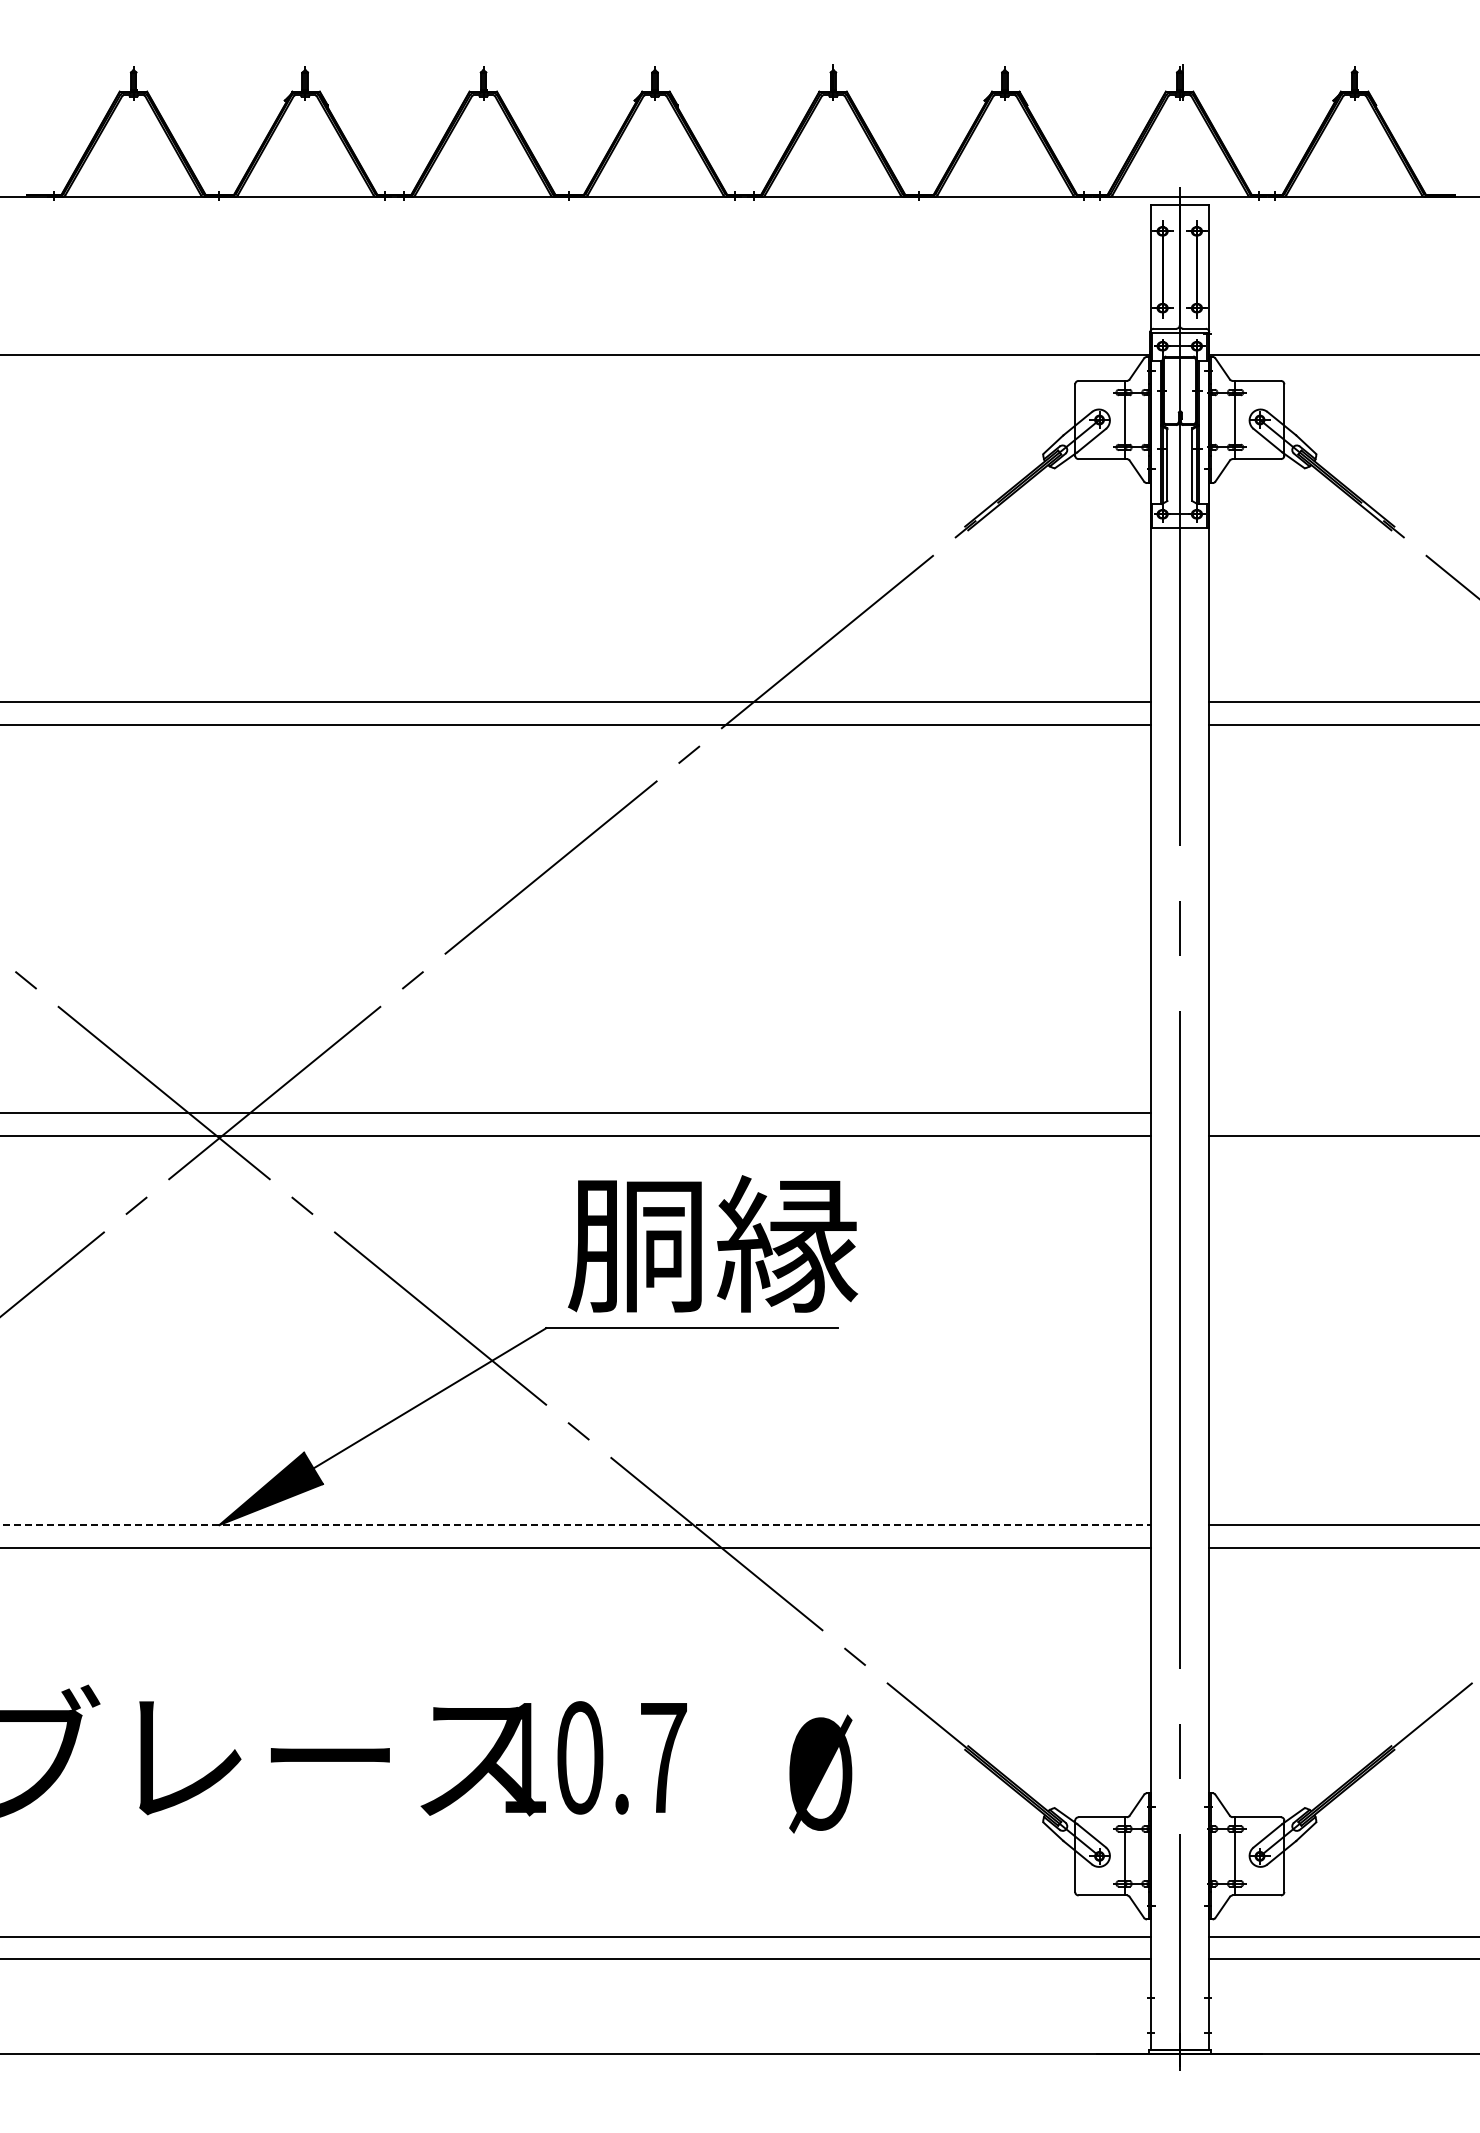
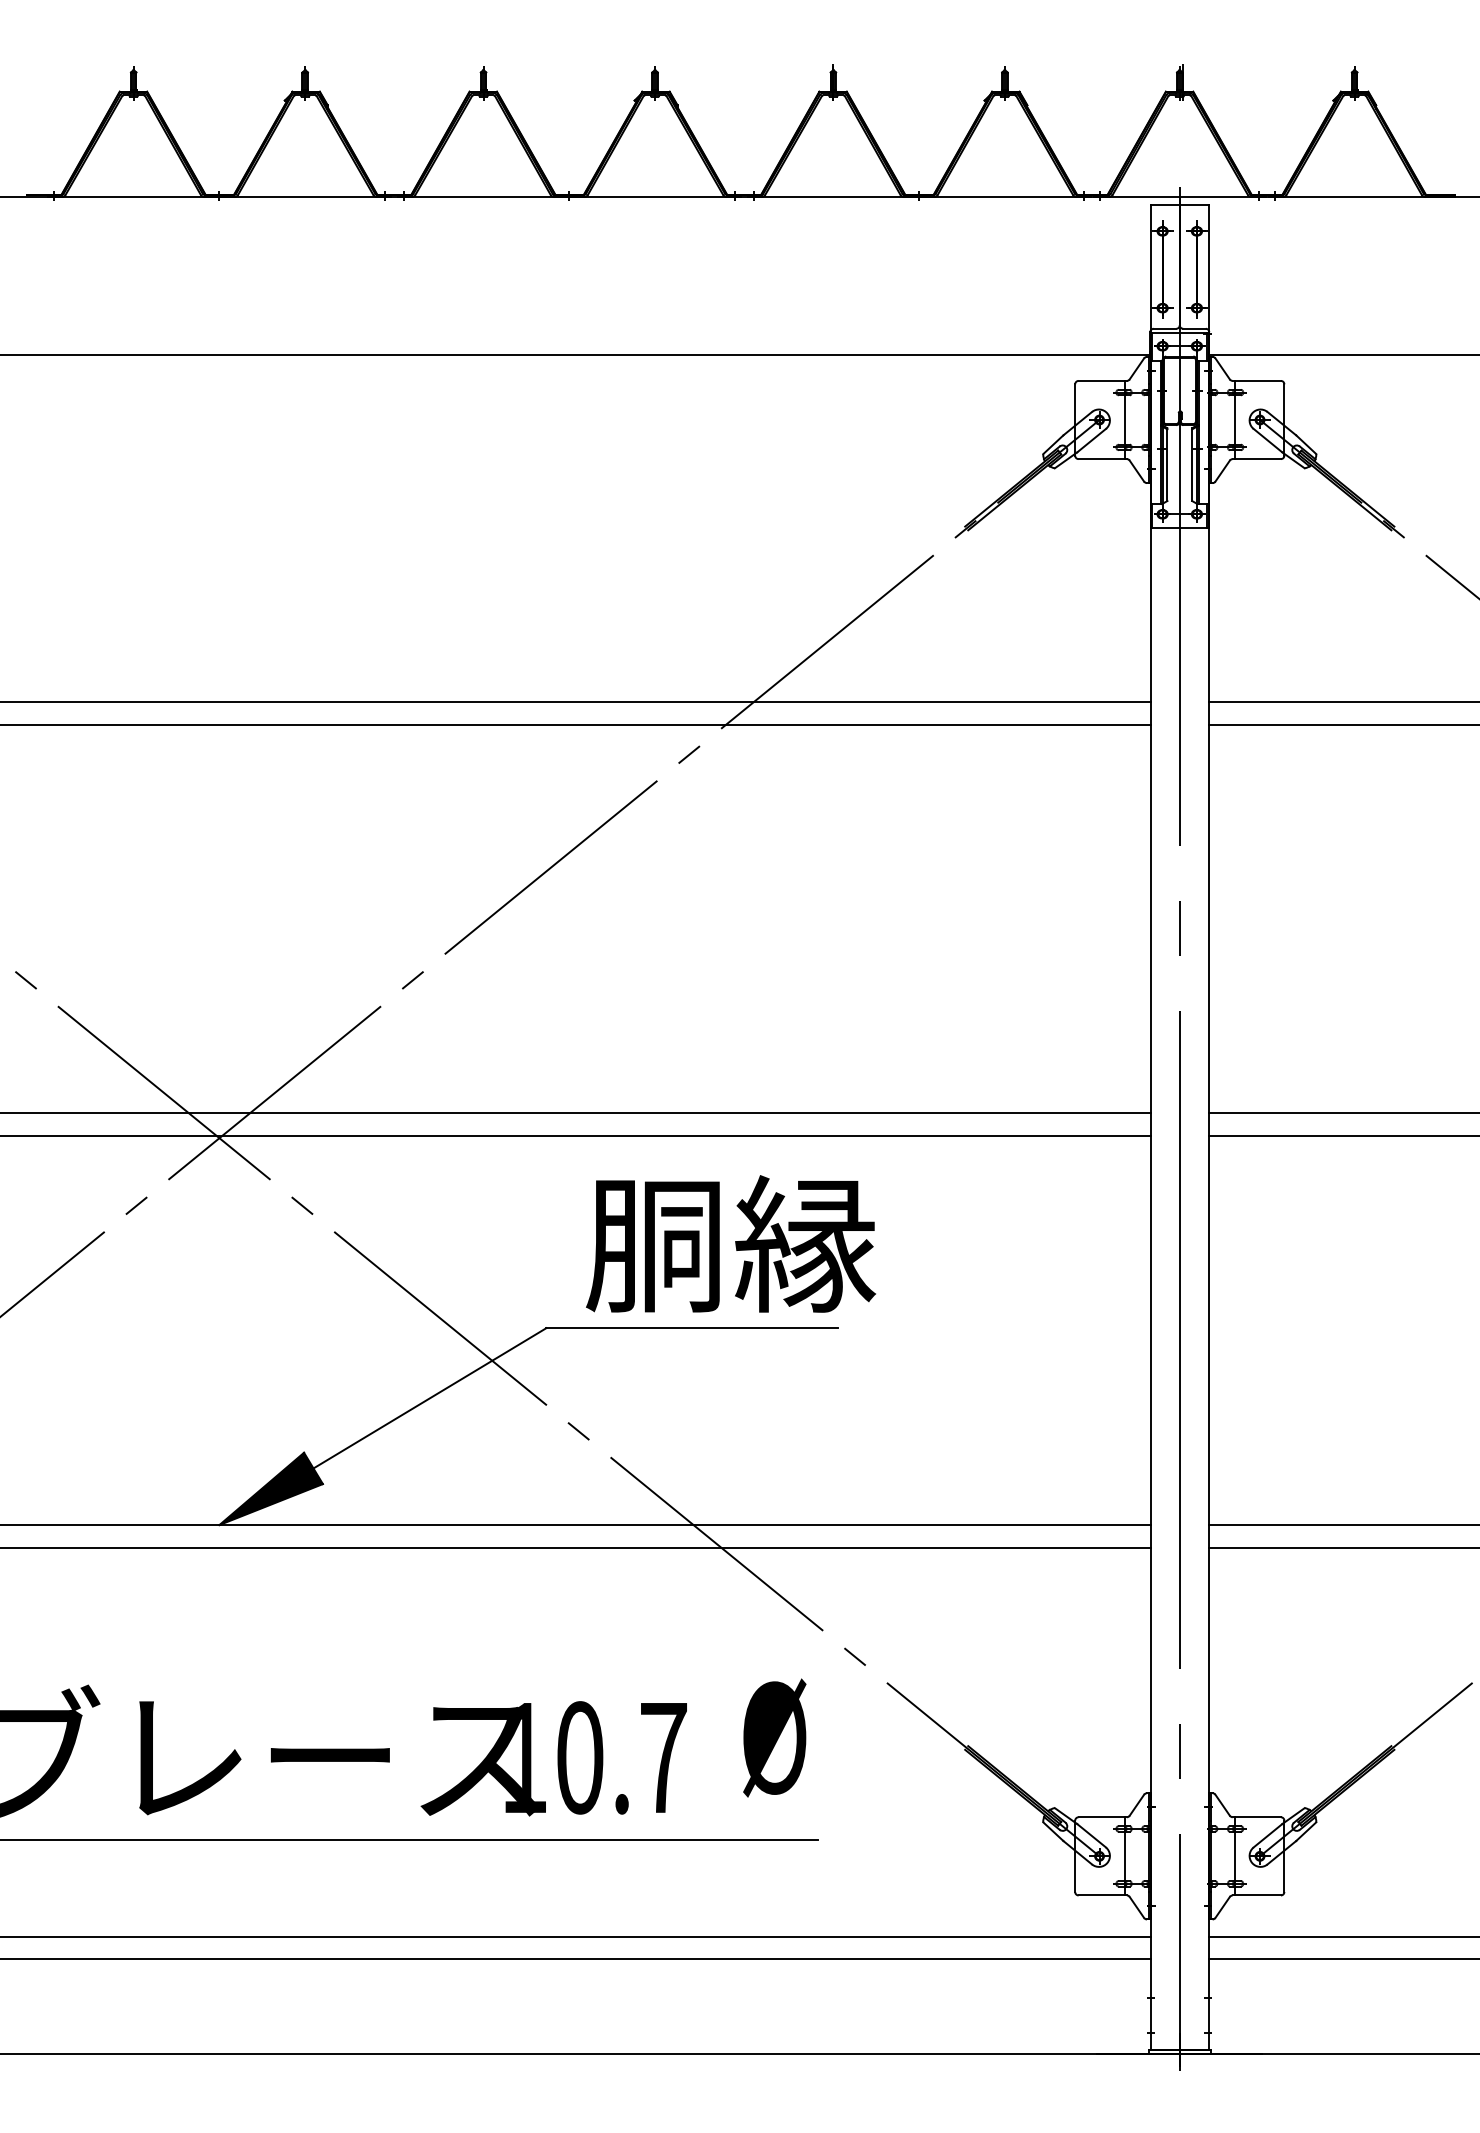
line at (1342, 1113): none -> present
text at (712, 1243) position: (712, 1243) -> (730, 1243)
line at (575, 1525): dashed -> solid
text at (820, 1773) position: (820, 1773) -> (774, 1737)
line at (410, 1840): none -> present
